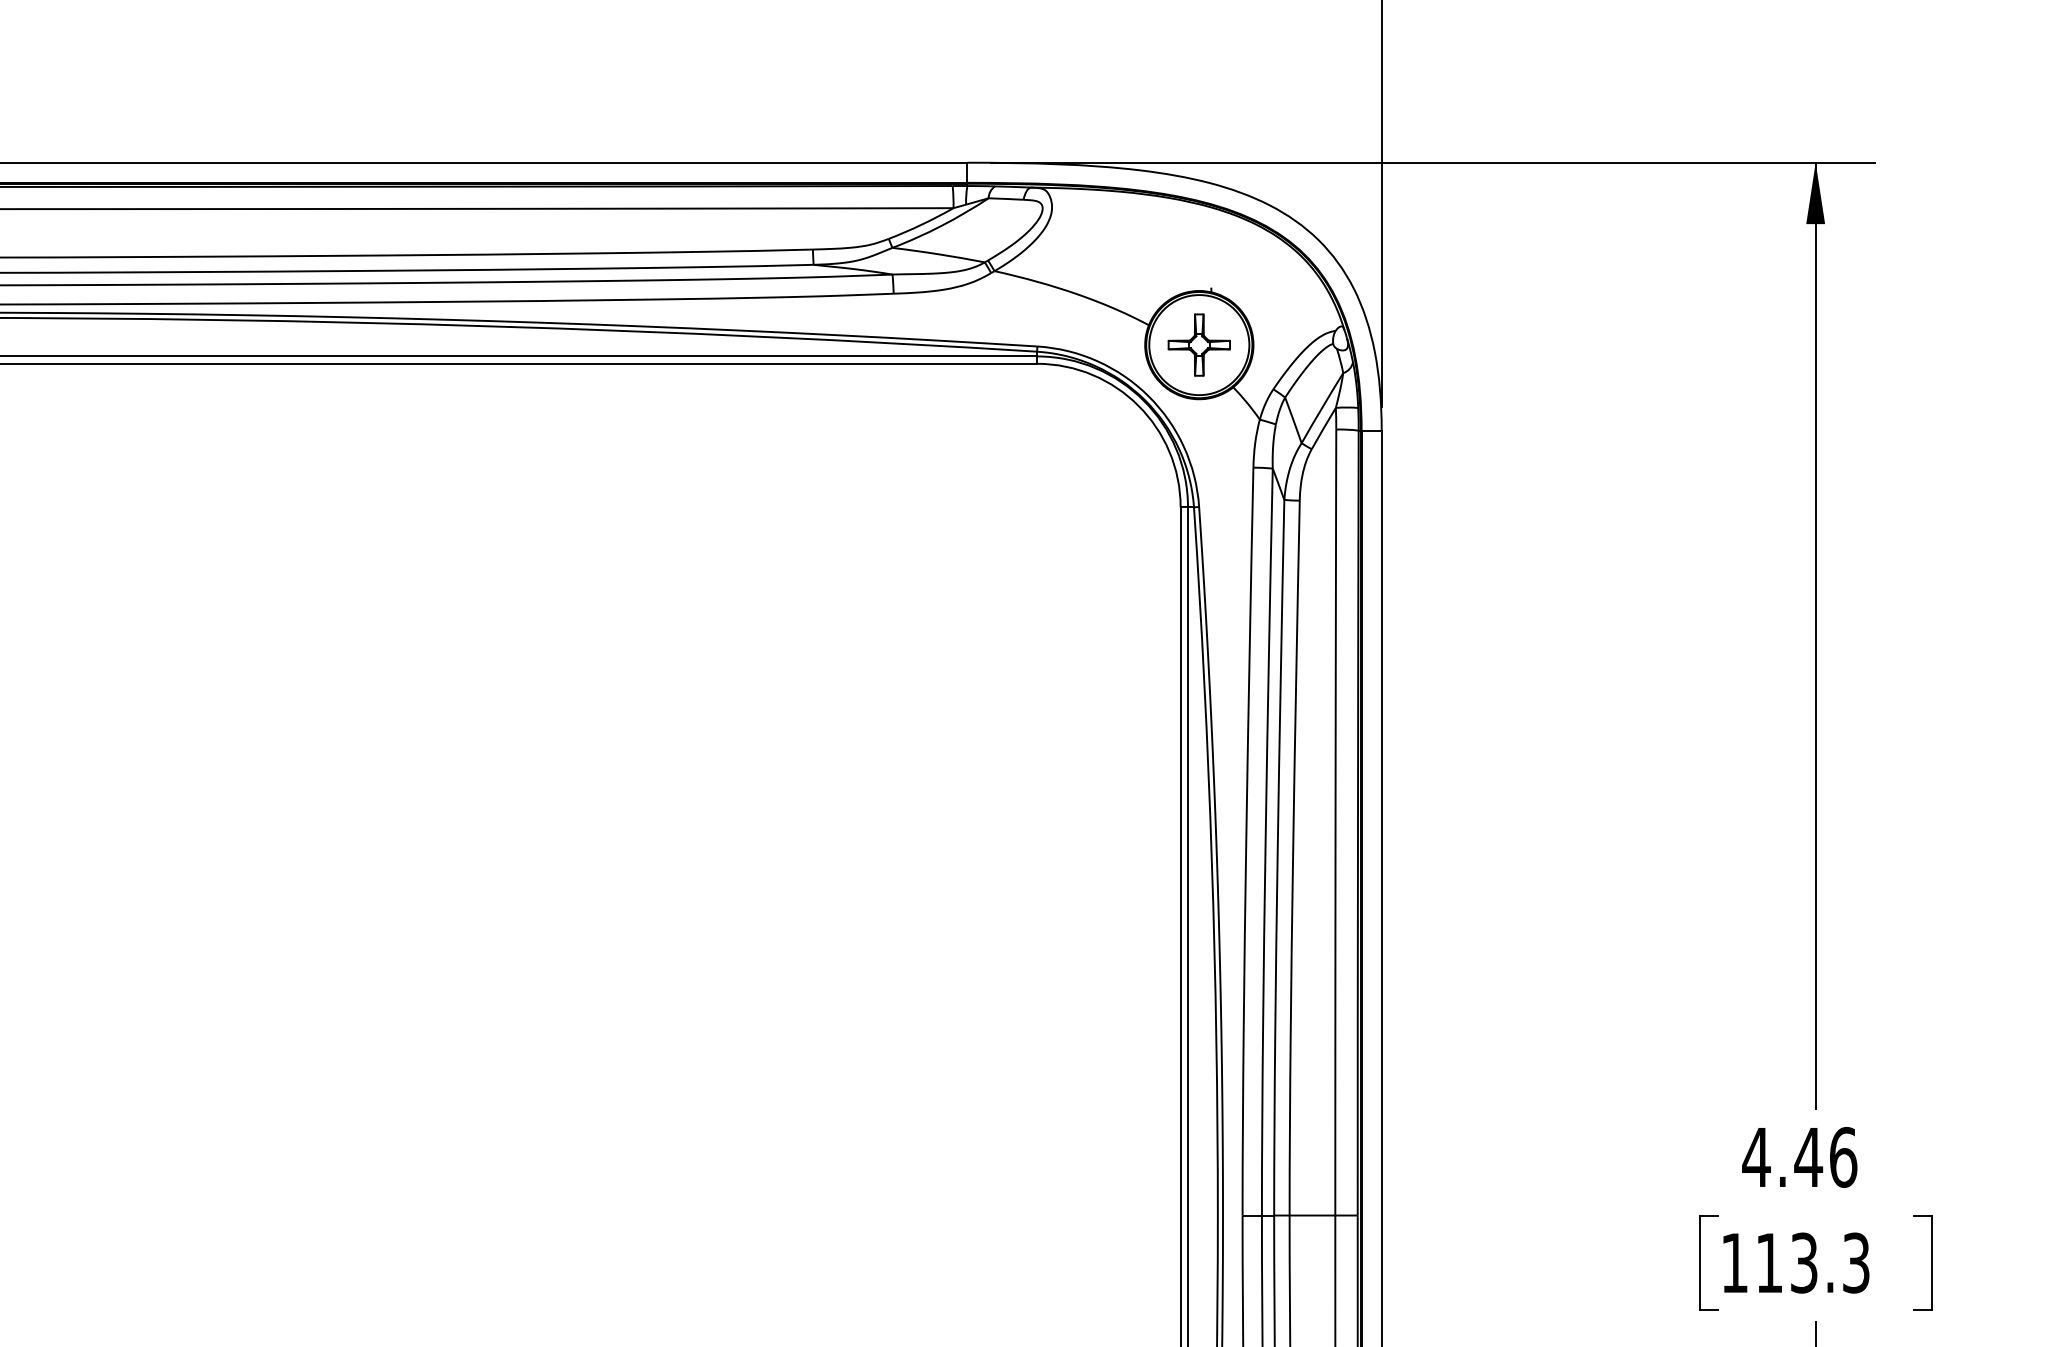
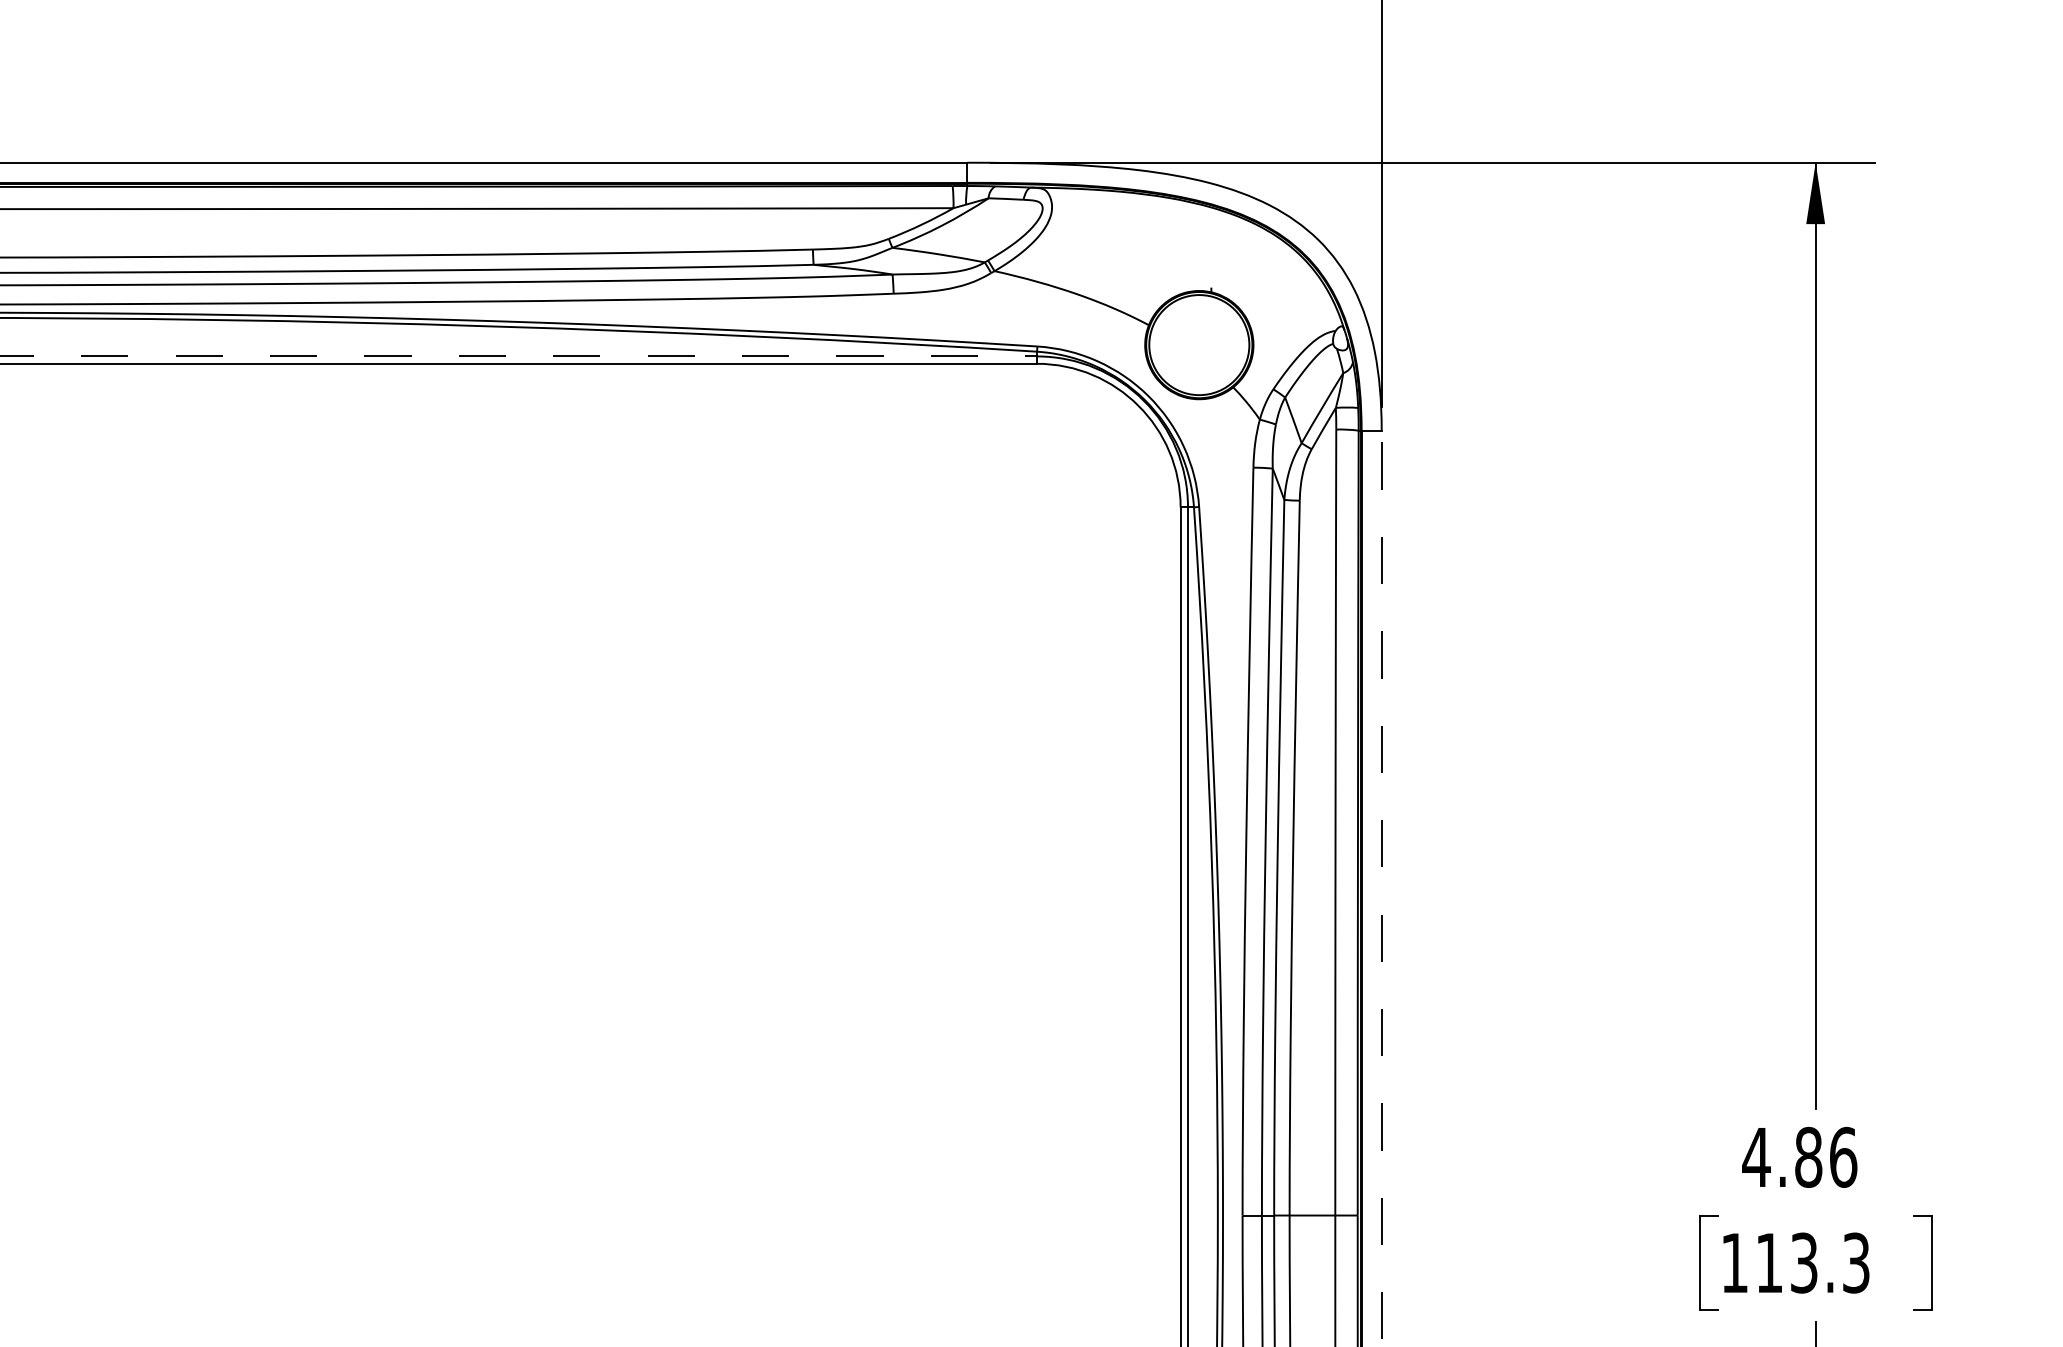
part at (1198, 344): present -> none
line at (519, 356): solid -> dashed
line at (1381, 888): solid -> dashed
text at (1808, 1156): 4.46 -> 4.86
